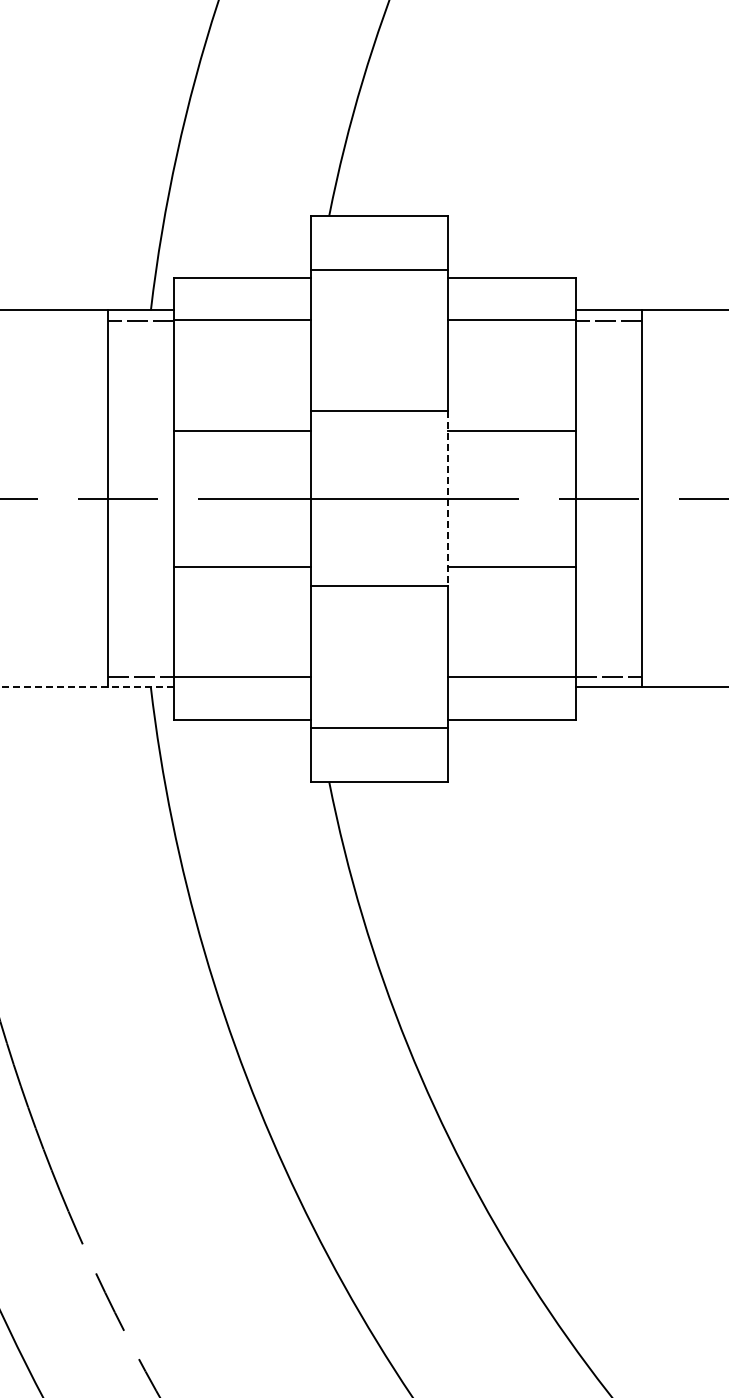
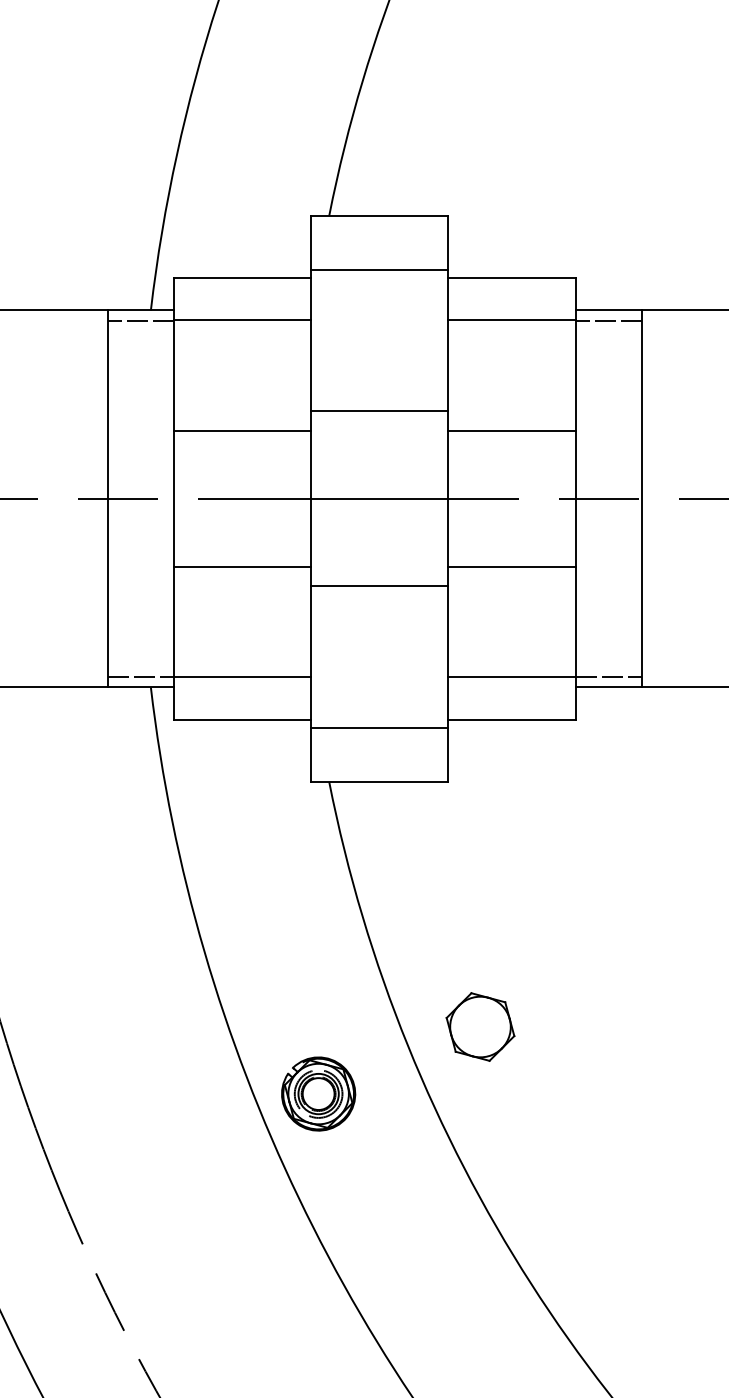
line at (448, 499): dashed -> solid
line at (87, 687): dashed -> solid
part at (480, 1026): none -> present
part at (318, 1093): none -> present
